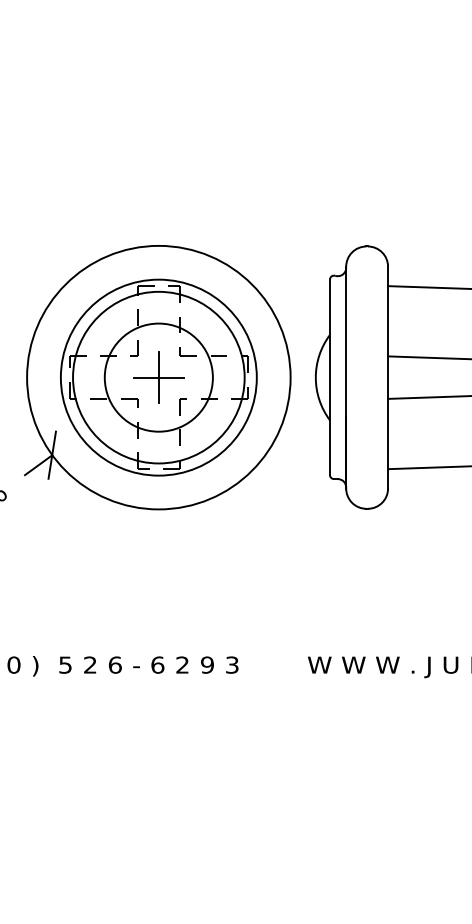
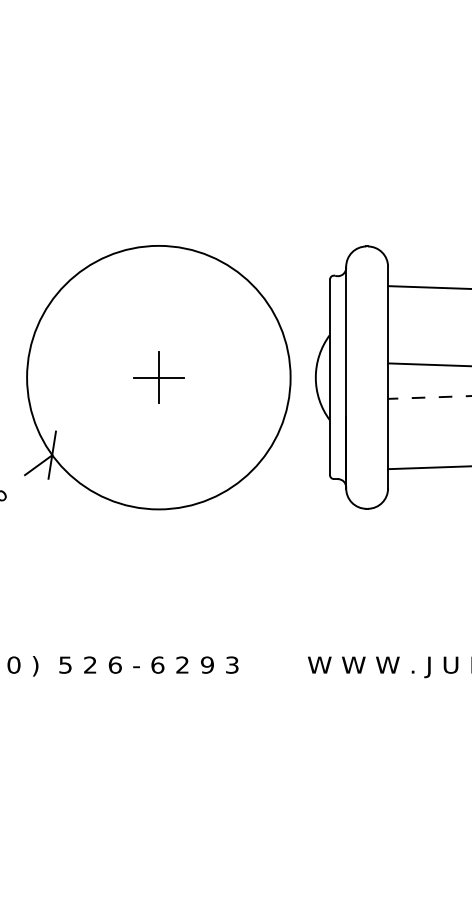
line at (428, 357) position: (428, 357) -> (428, 364)
part at (158, 377): present -> none
line at (429, 397): solid -> dashed
